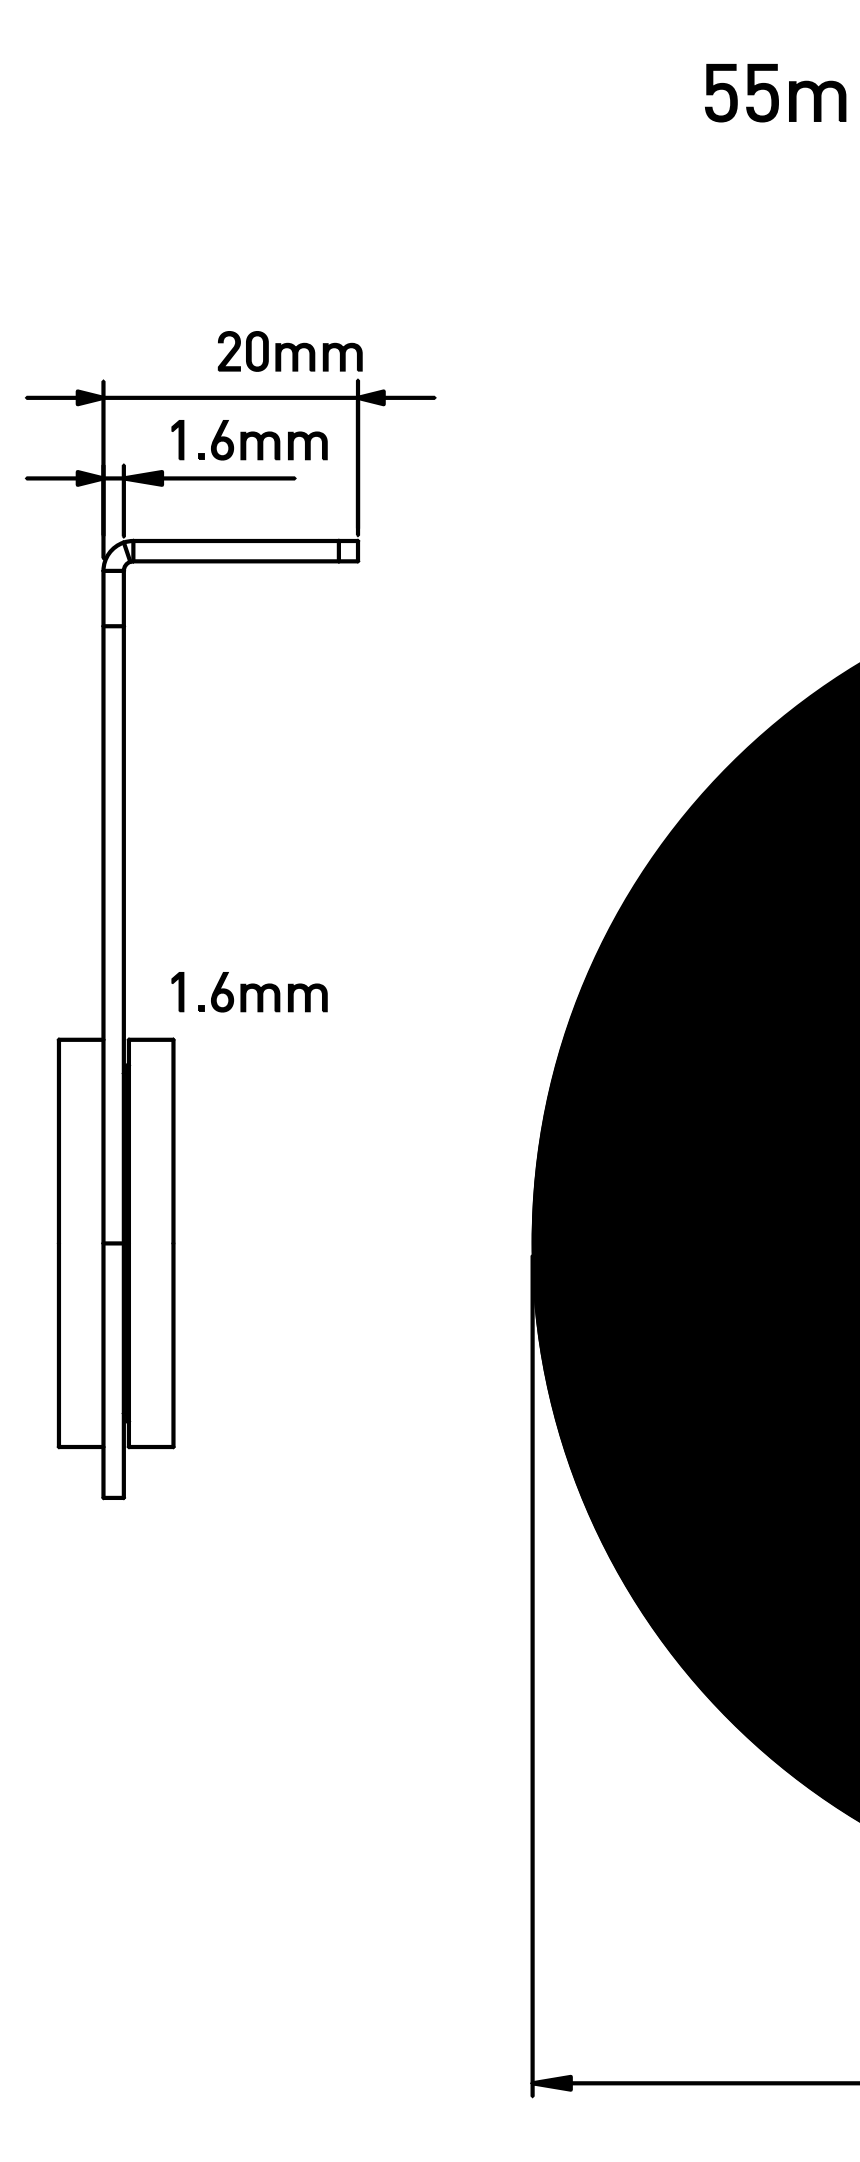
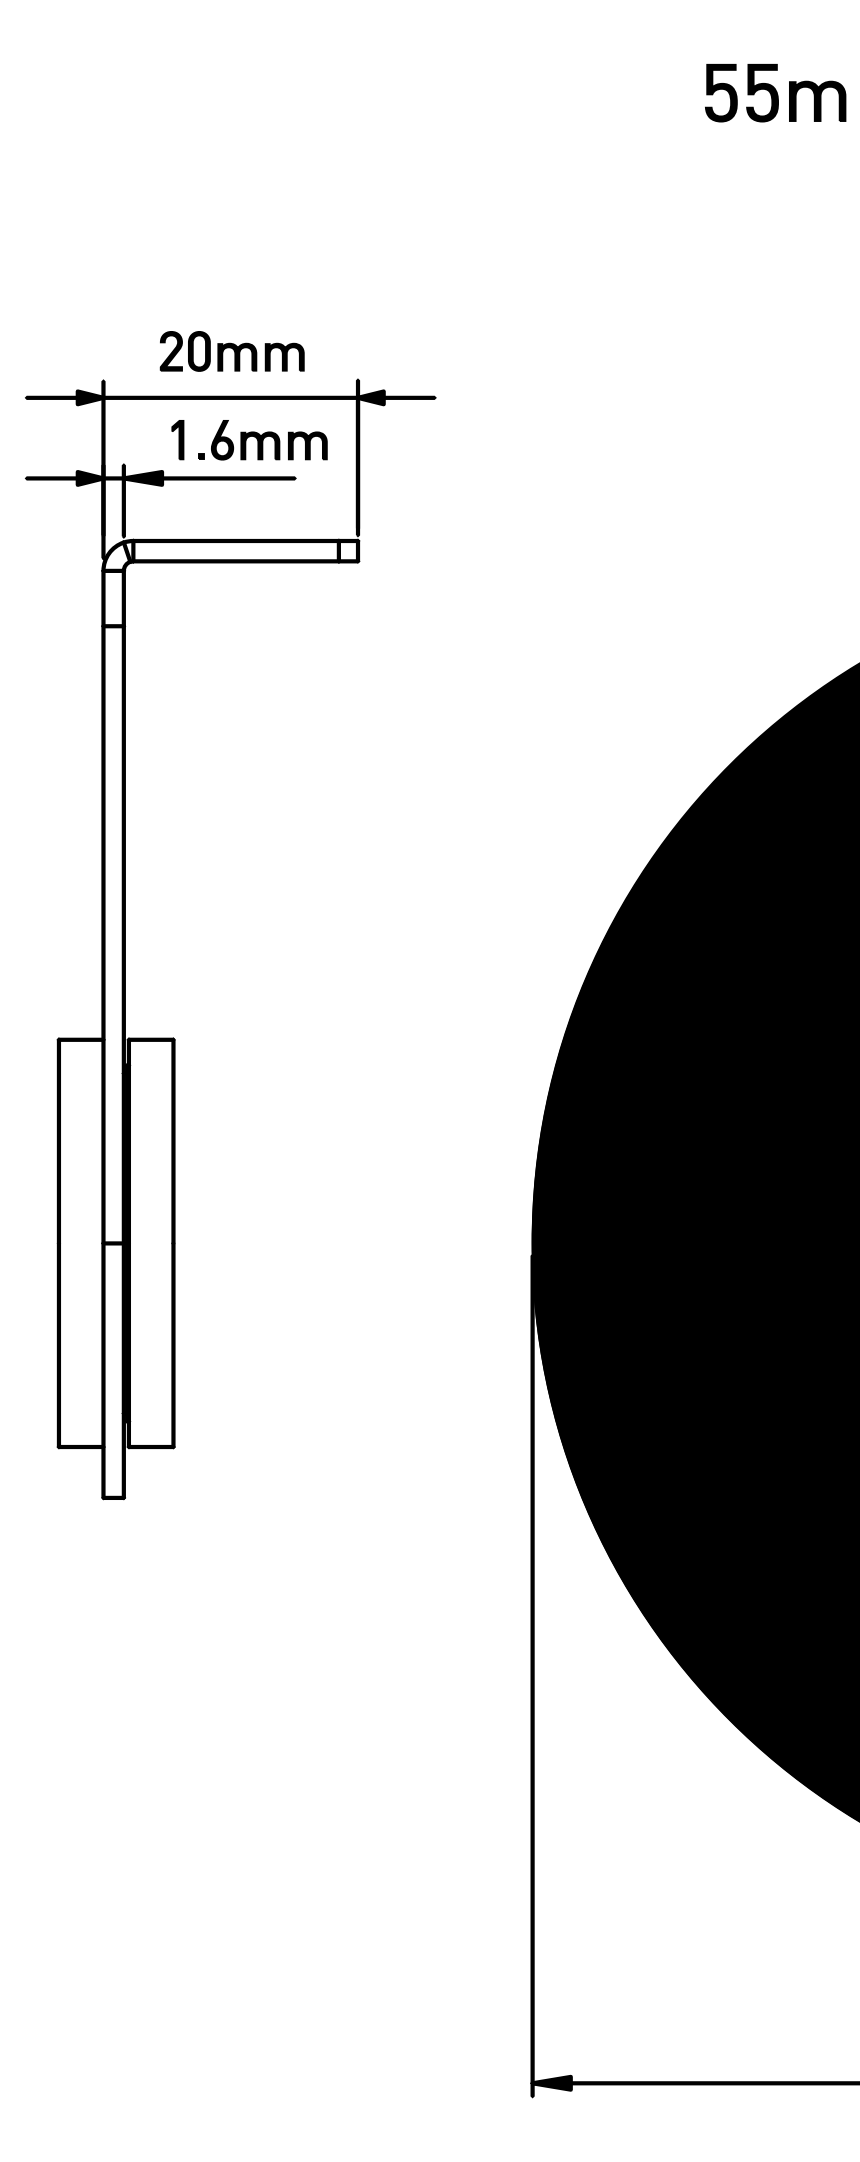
part at (289, 351) position: (289, 351) -> (231, 351)
part at (249, 992): present -> none
